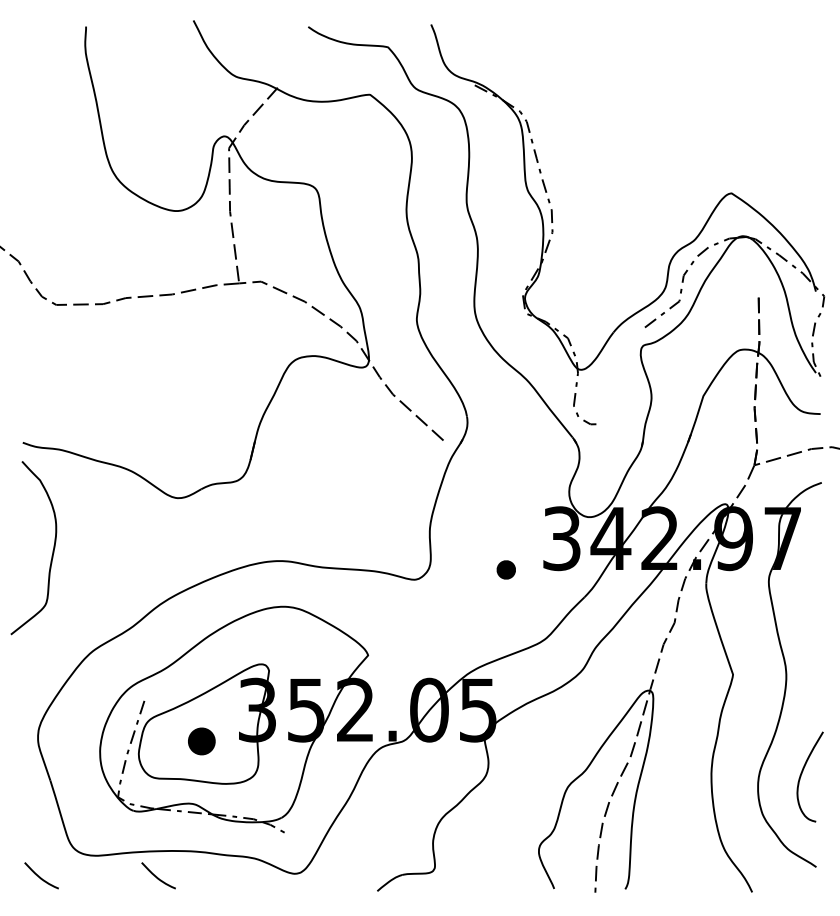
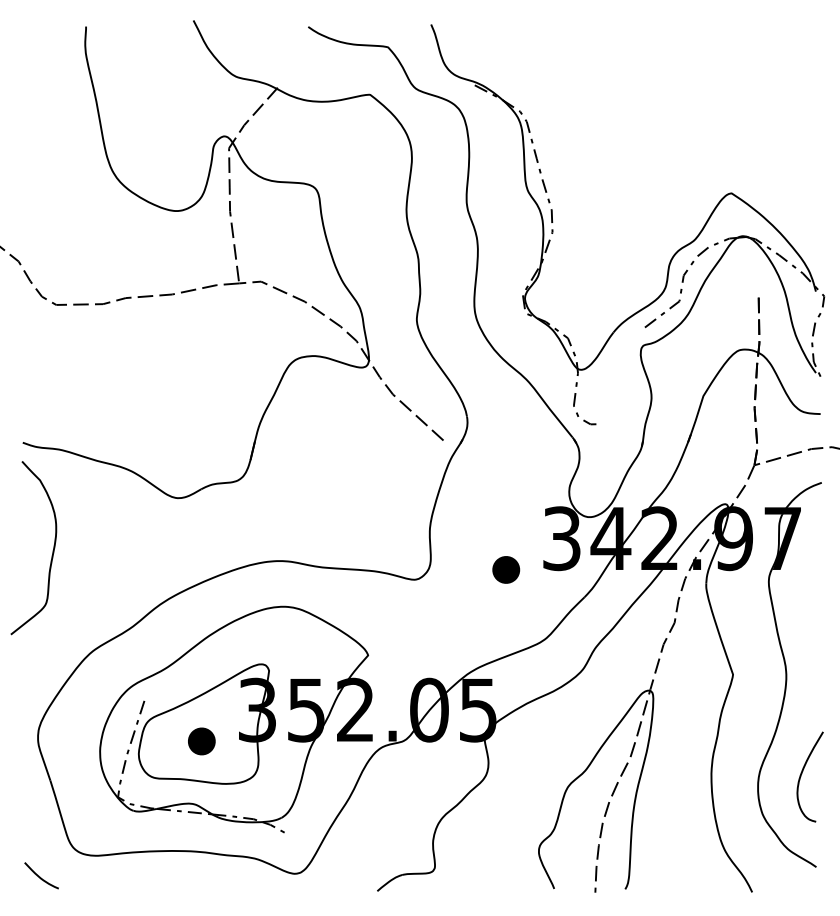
part at (505, 569) size: 20x20 px -> 29x28 px
curve at (157, 876): present -> none
